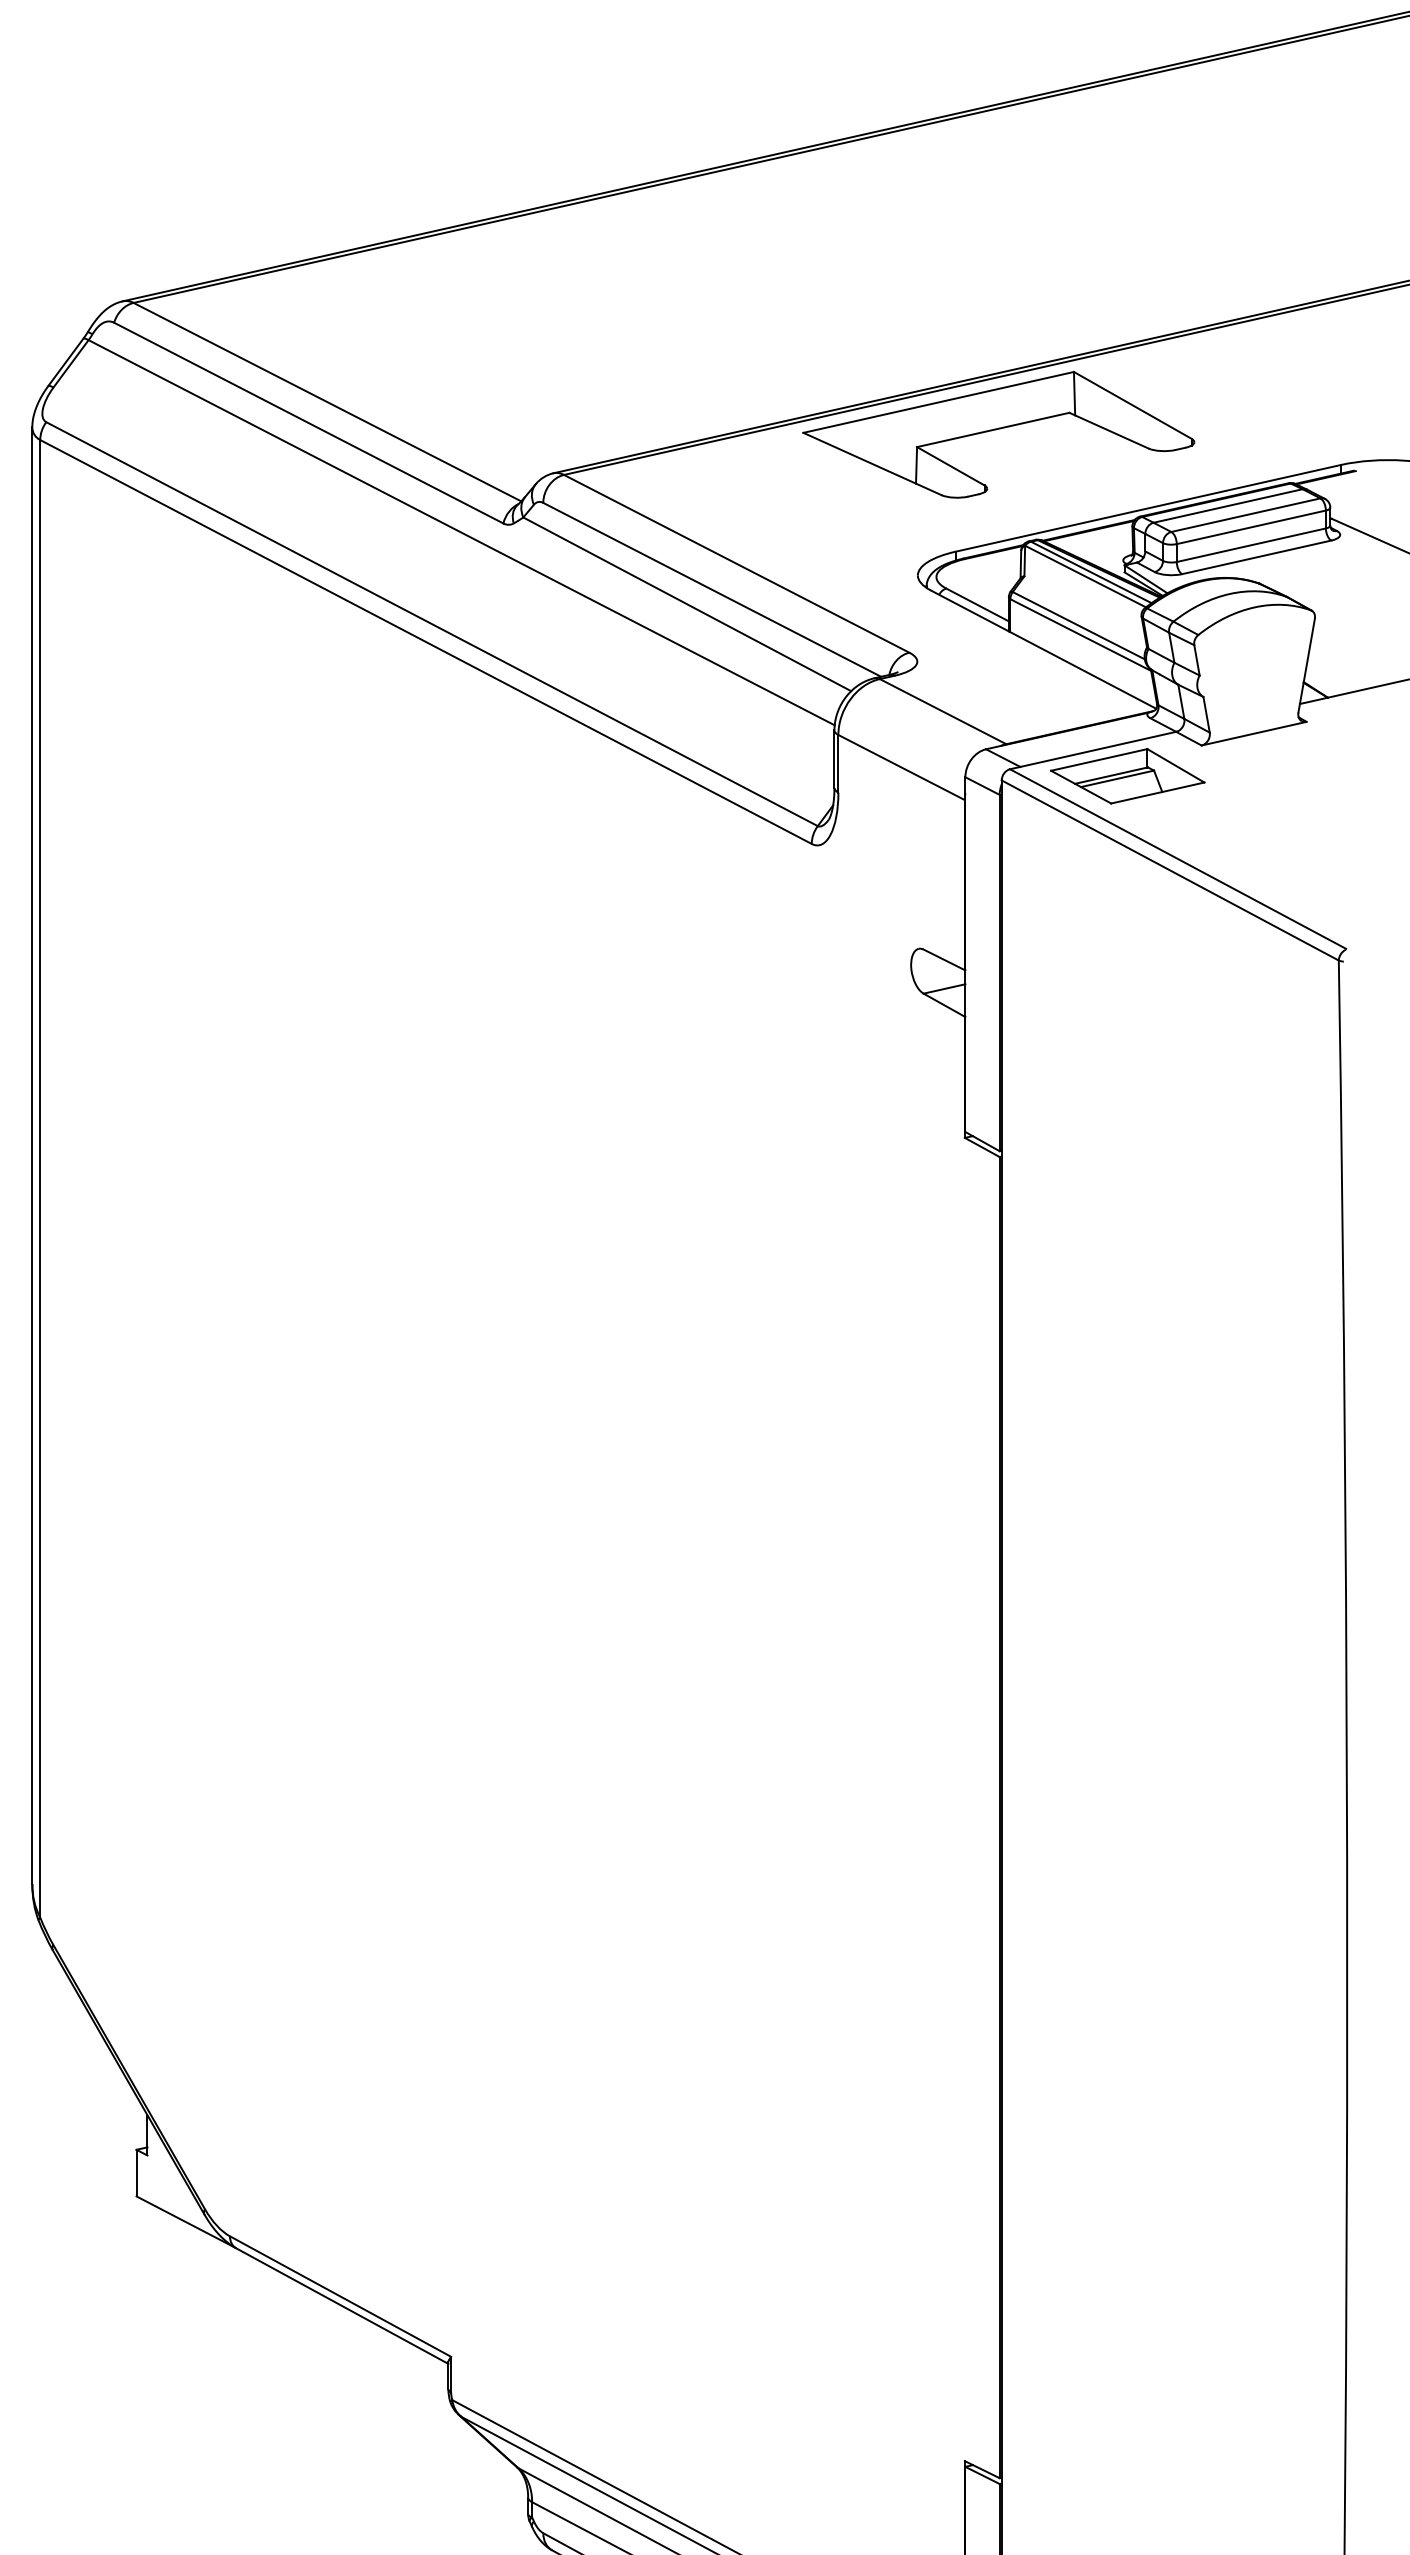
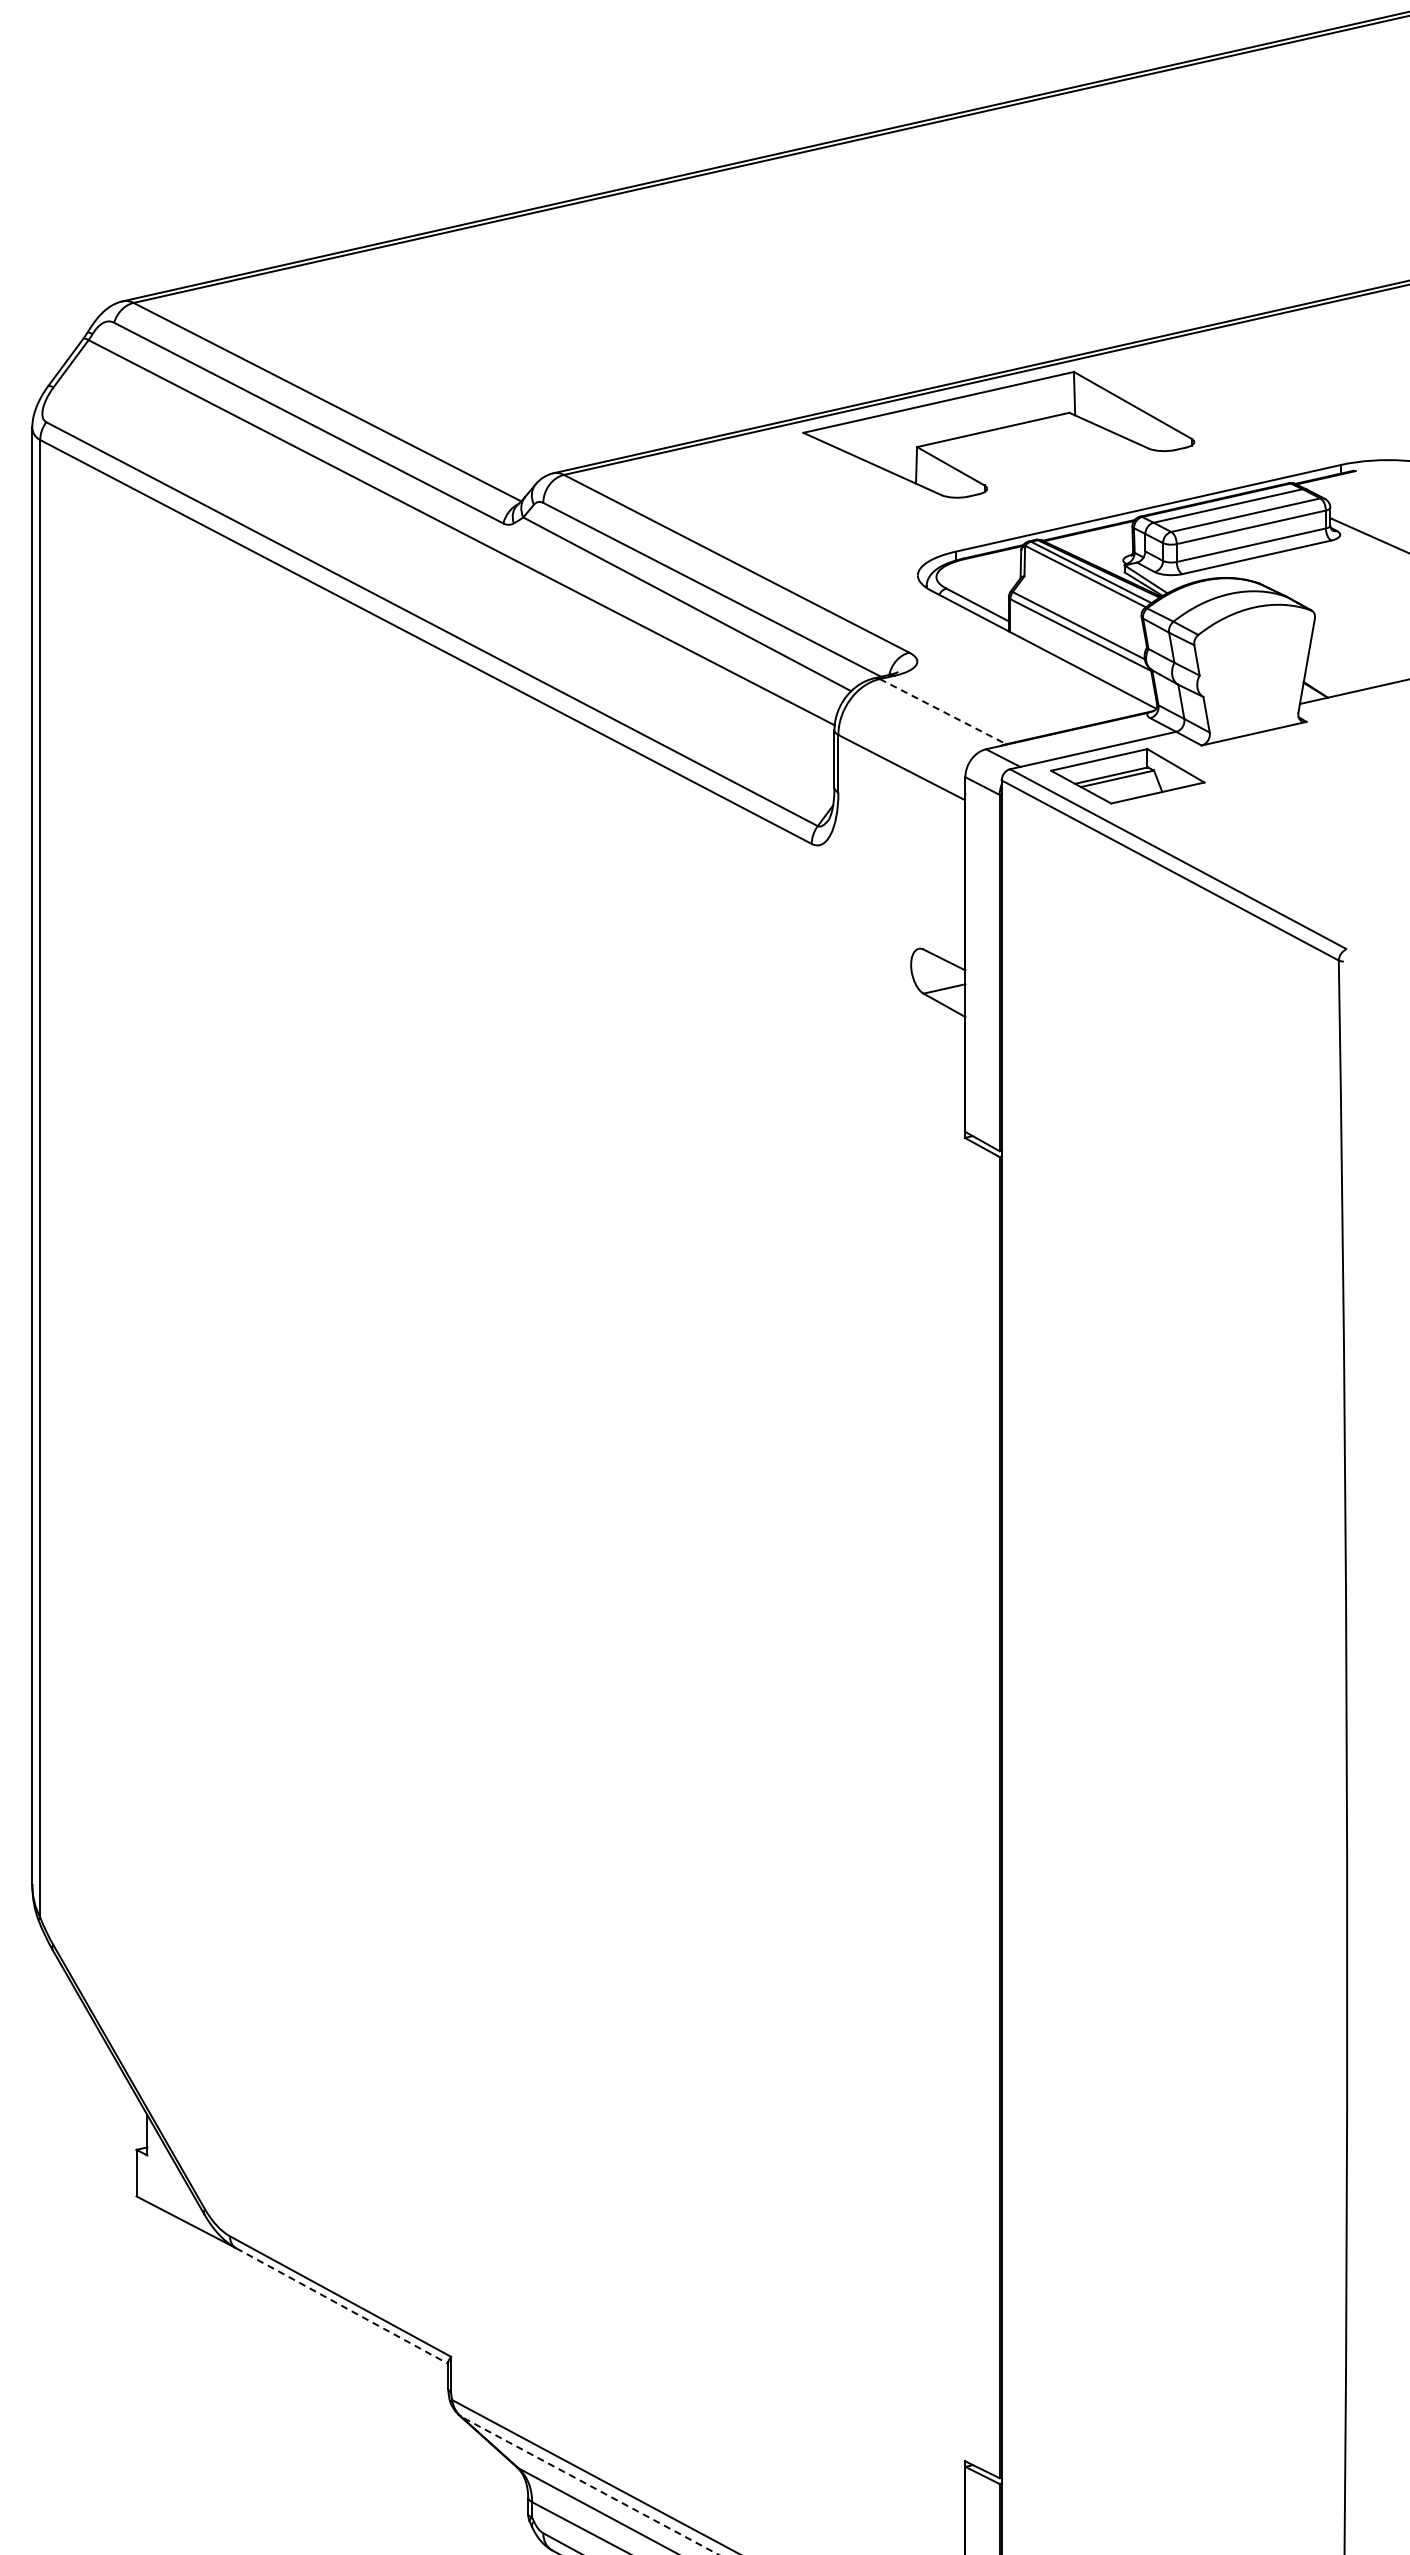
line at (943, 711): solid -> dashed
line at (342, 2306): solid -> dashed
line at (589, 2485): solid -> dashed
